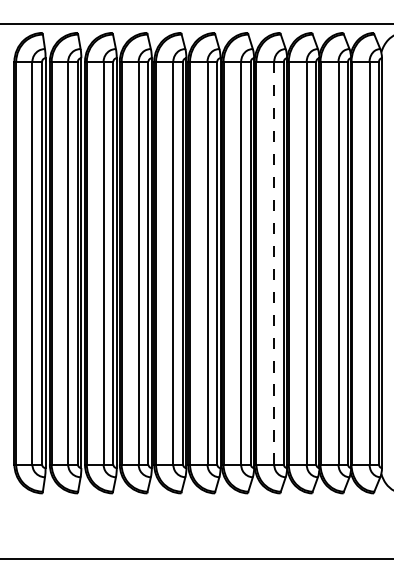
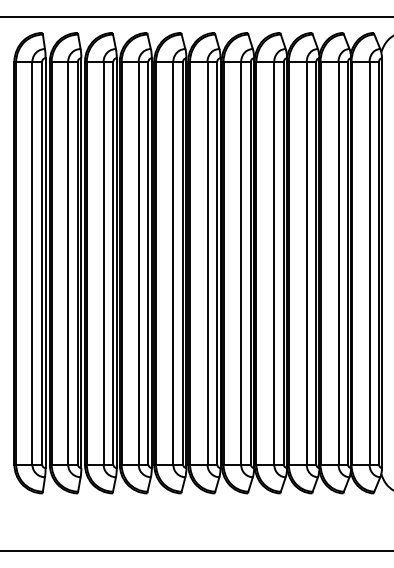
line at (196, 24) position: (196, 24) -> (196, 17)
line at (274, 262): dashed -> solid
line at (196, 558) position: (196, 558) -> (196, 550)
